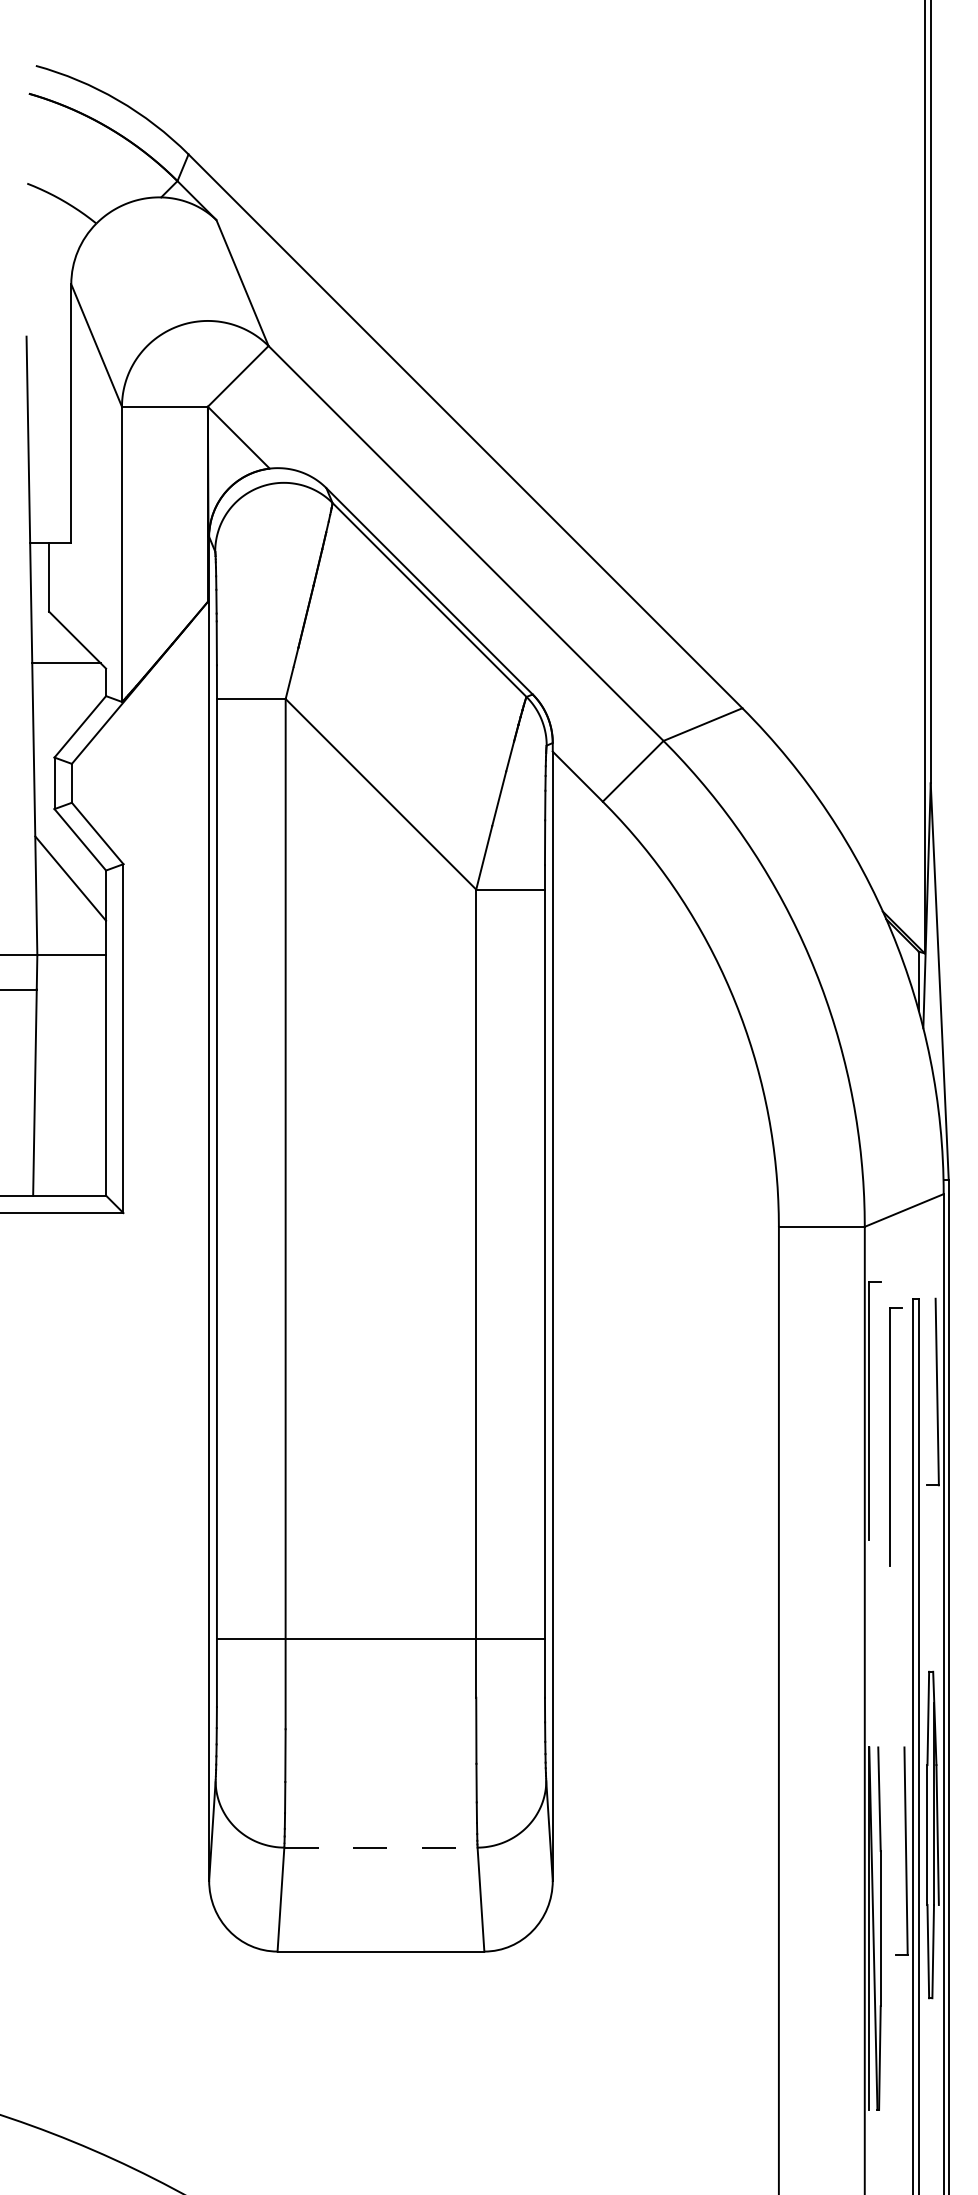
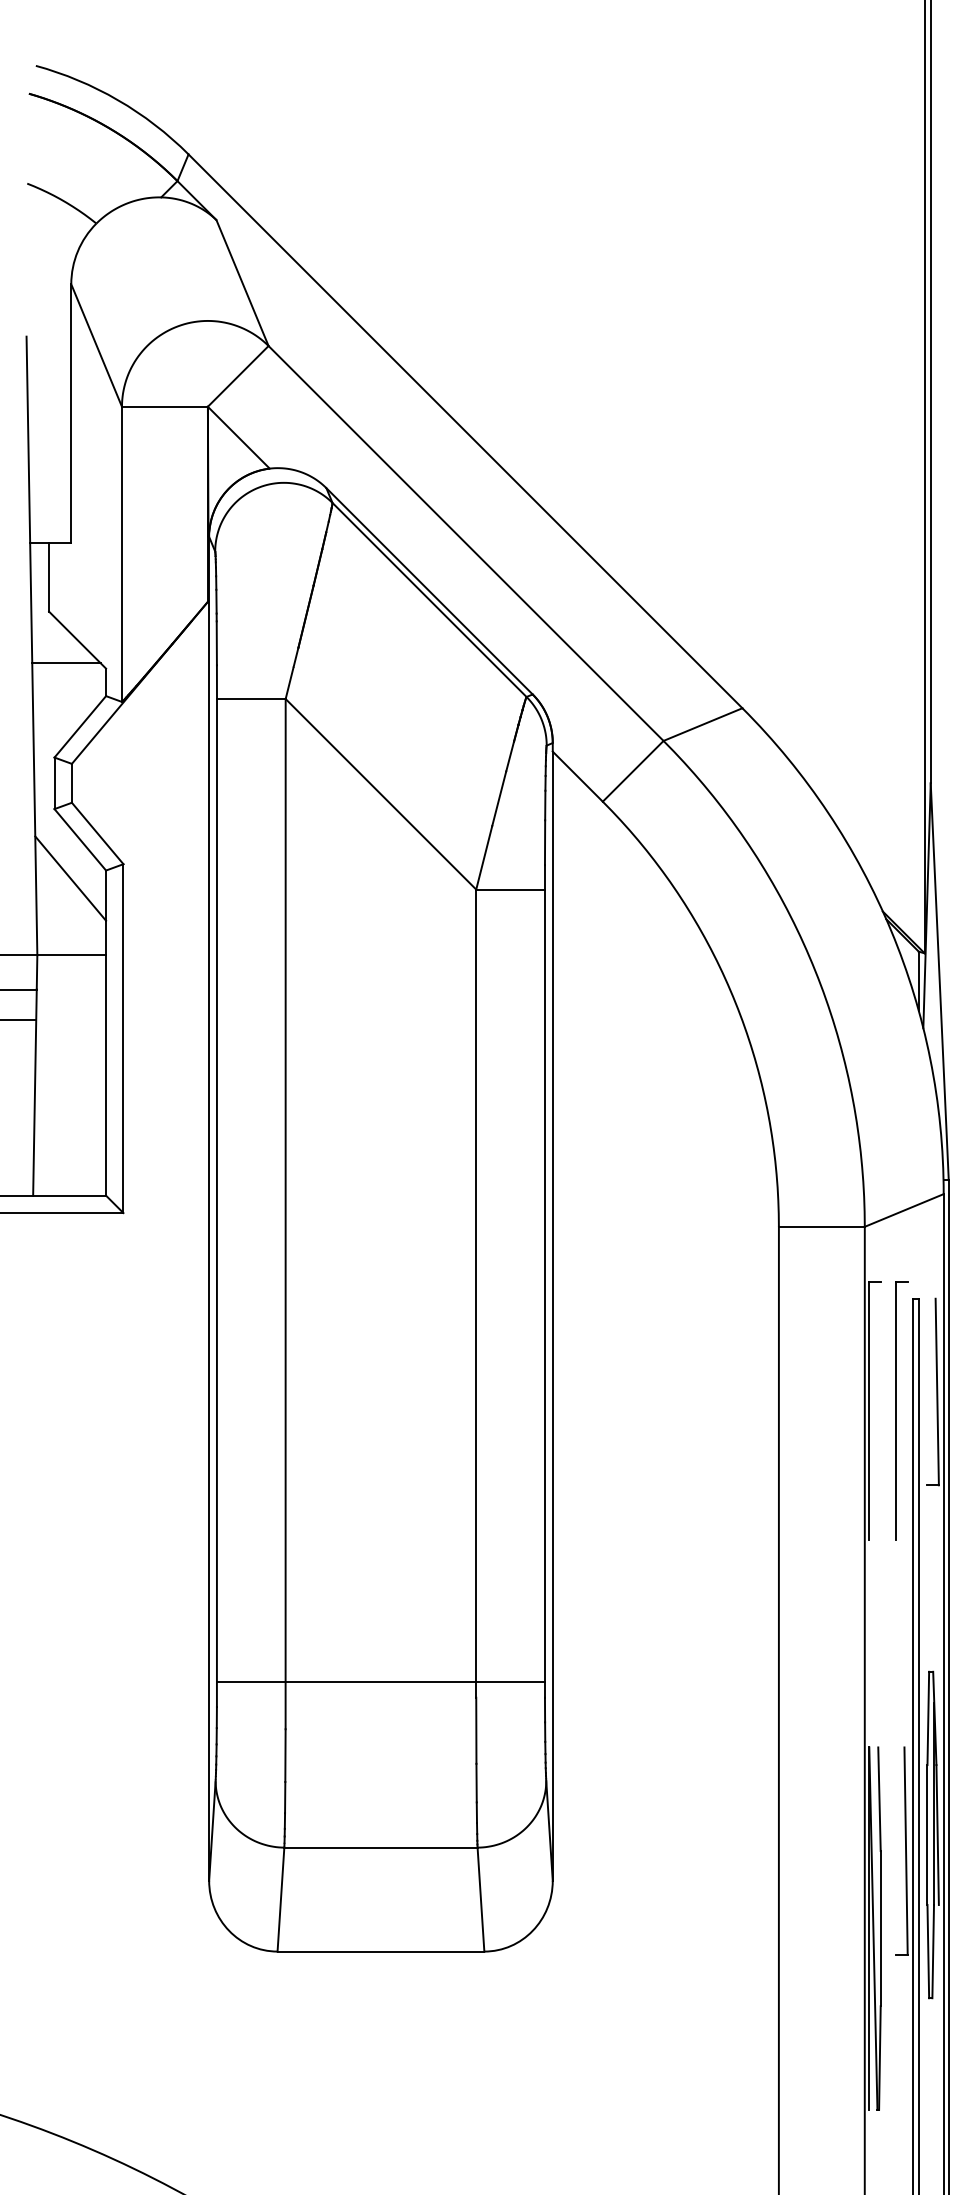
line at (19, 1019): none -> present
part at (895, 1436) position: (895, 1436) -> (901, 1410)
line at (380, 1638) position: (380, 1638) -> (380, 1681)
line at (380, 1847): dashed -> solid
